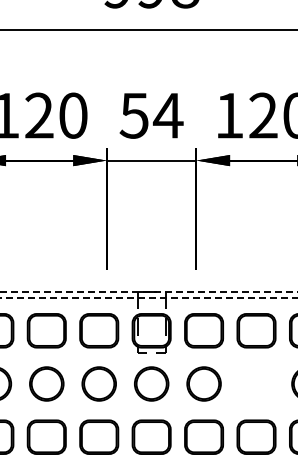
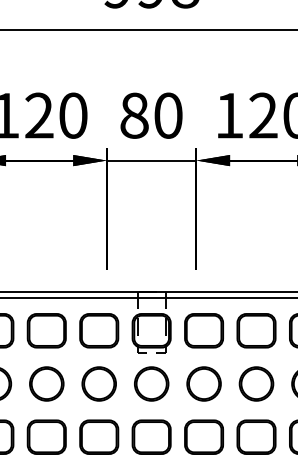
text at (151, 115): 54 -> 80
line at (149, 291): dashed -> solid
line at (149, 298): dashed -> solid
part at (256, 383): none -> present
